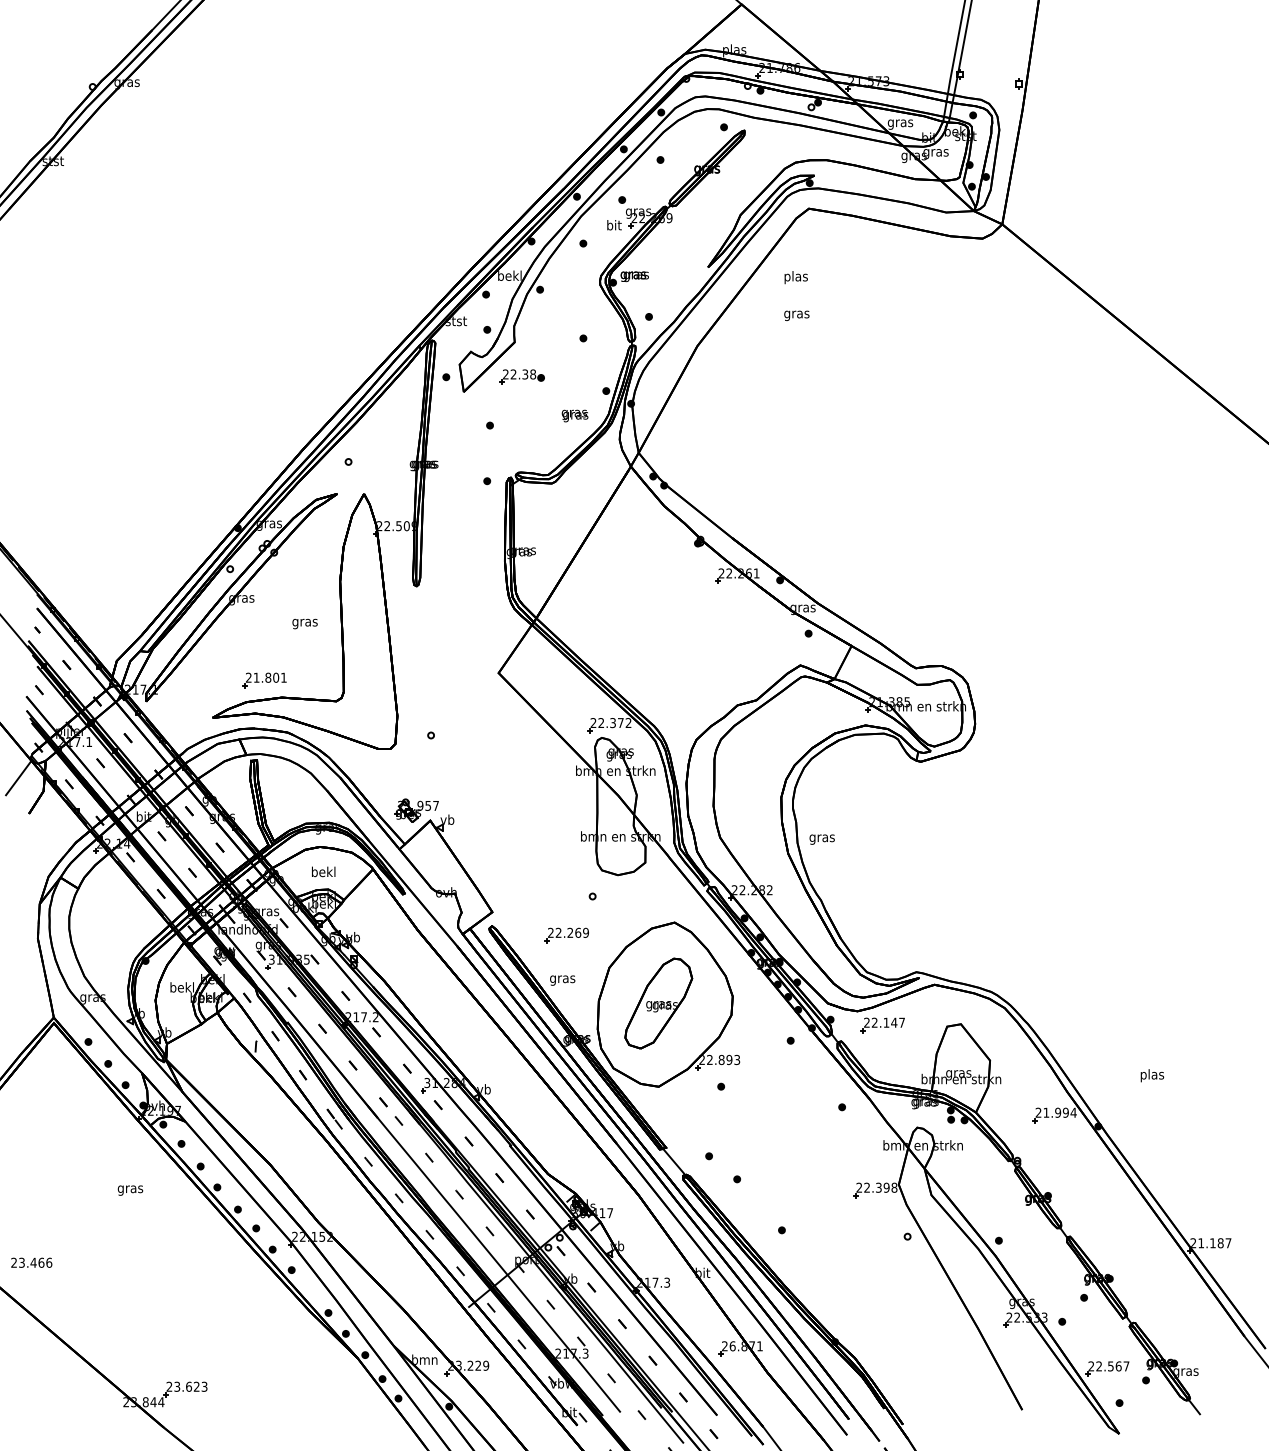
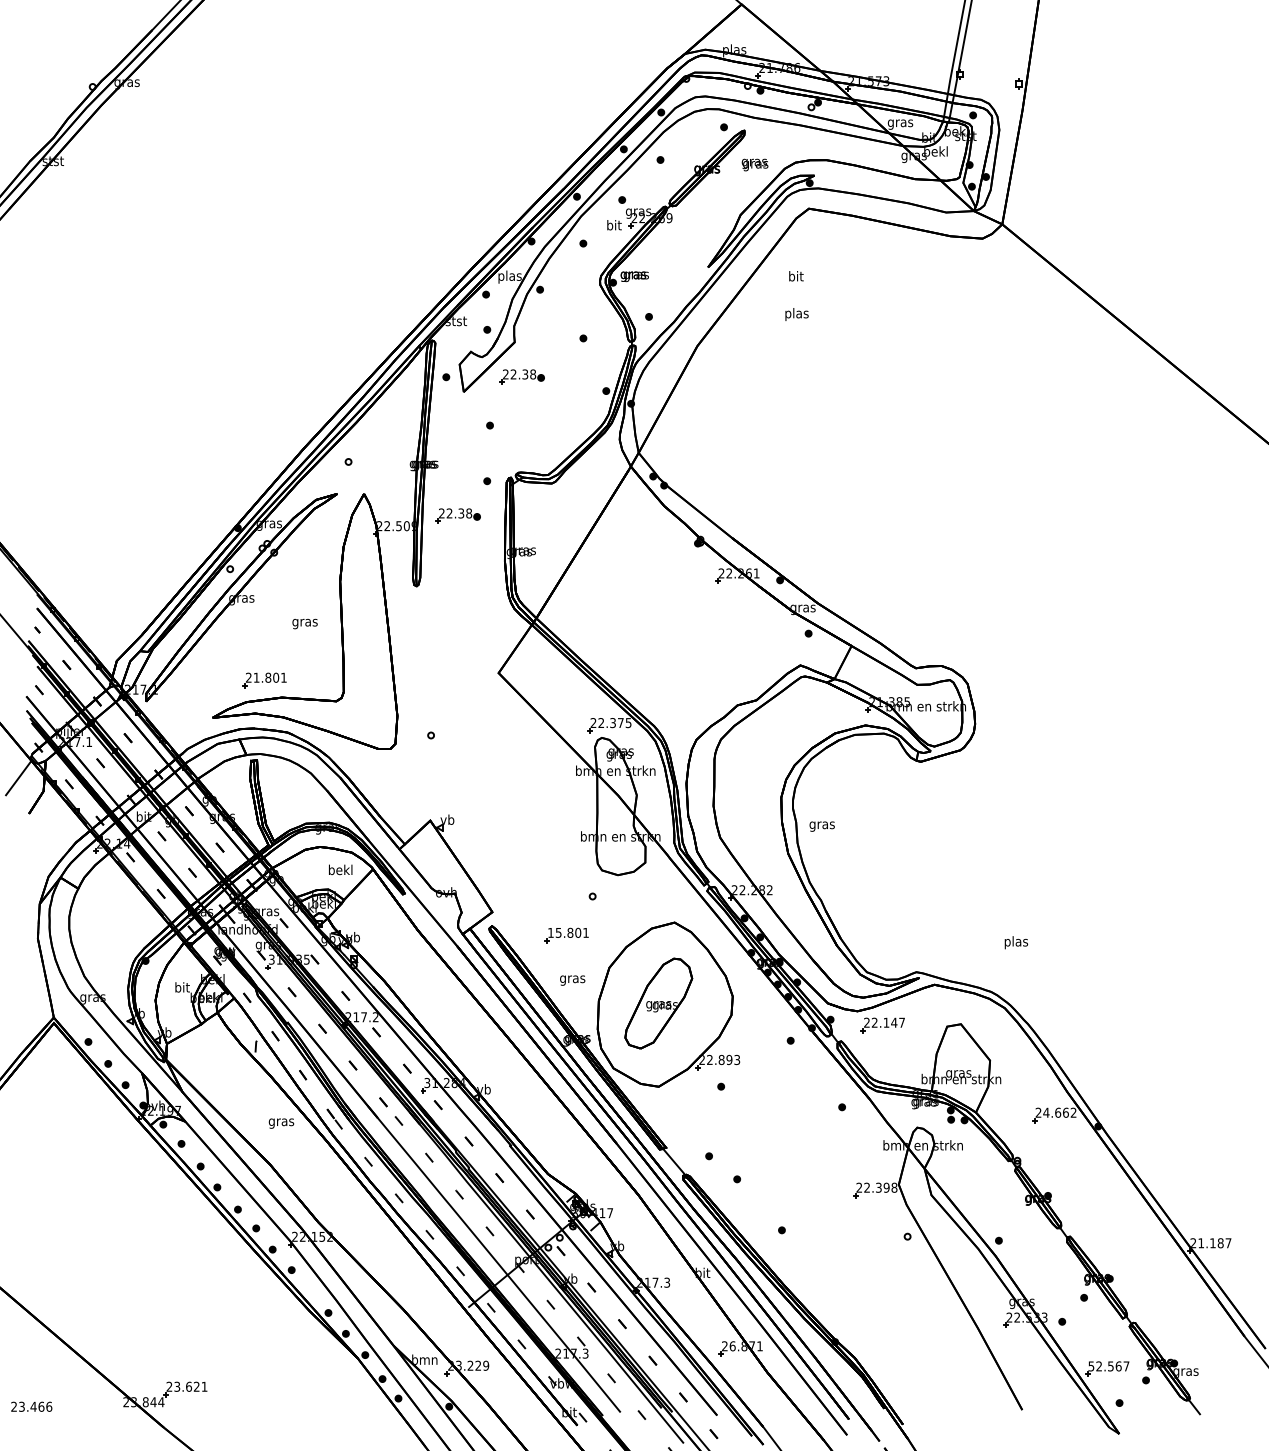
text at (935, 152): gras -> bekl
text at (509, 276): bekl -> plas
text at (795, 277): plas -> bit
text at (796, 314): gras -> plas
text at (574, 415) position: (574, 415) -> (754, 164)
part at (457, 515): none -> present
text at (628, 723): 22.372 -> 22.375
part at (416, 810): present -> none
text at (821, 839) position: (821, 839) -> (821, 826)
text at (323, 871) position: (323, 871) -> (340, 869)
text at (568, 932): 22.269 -> 15.801
text at (562, 980) position: (562, 980) -> (572, 980)
text at (181, 987): bekl -> bit
text at (1152, 1075) position: (1152, 1075) -> (1016, 942)
text at (1059, 1112): 21.994 -> 24.662
text at (130, 1190) position: (130, 1190) -> (281, 1123)
text at (31, 1262) position: (31, 1262) -> (31, 1406)
text at (1091, 1366): 22.567 -> 52.567
text at (204, 1386): 23.623 -> 23.621
